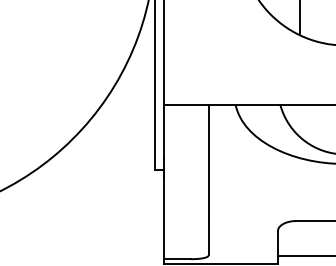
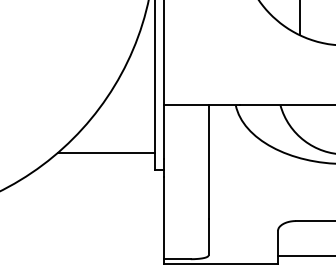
line at (106, 152): none -> present
